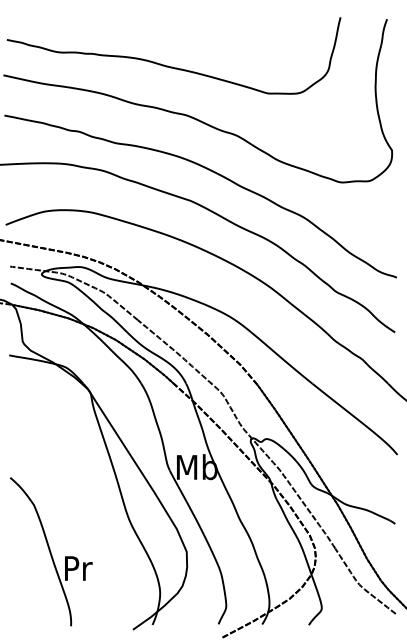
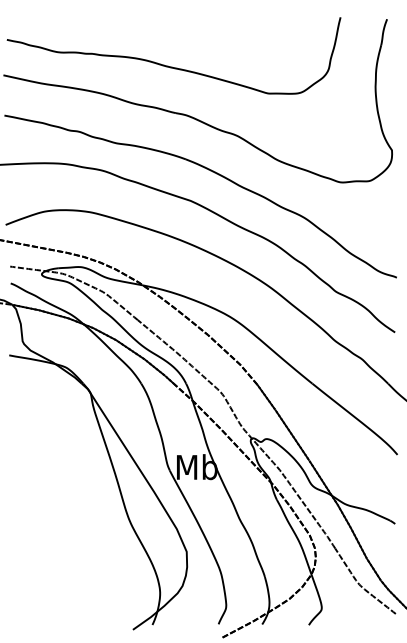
part at (51, 551): present -> none
